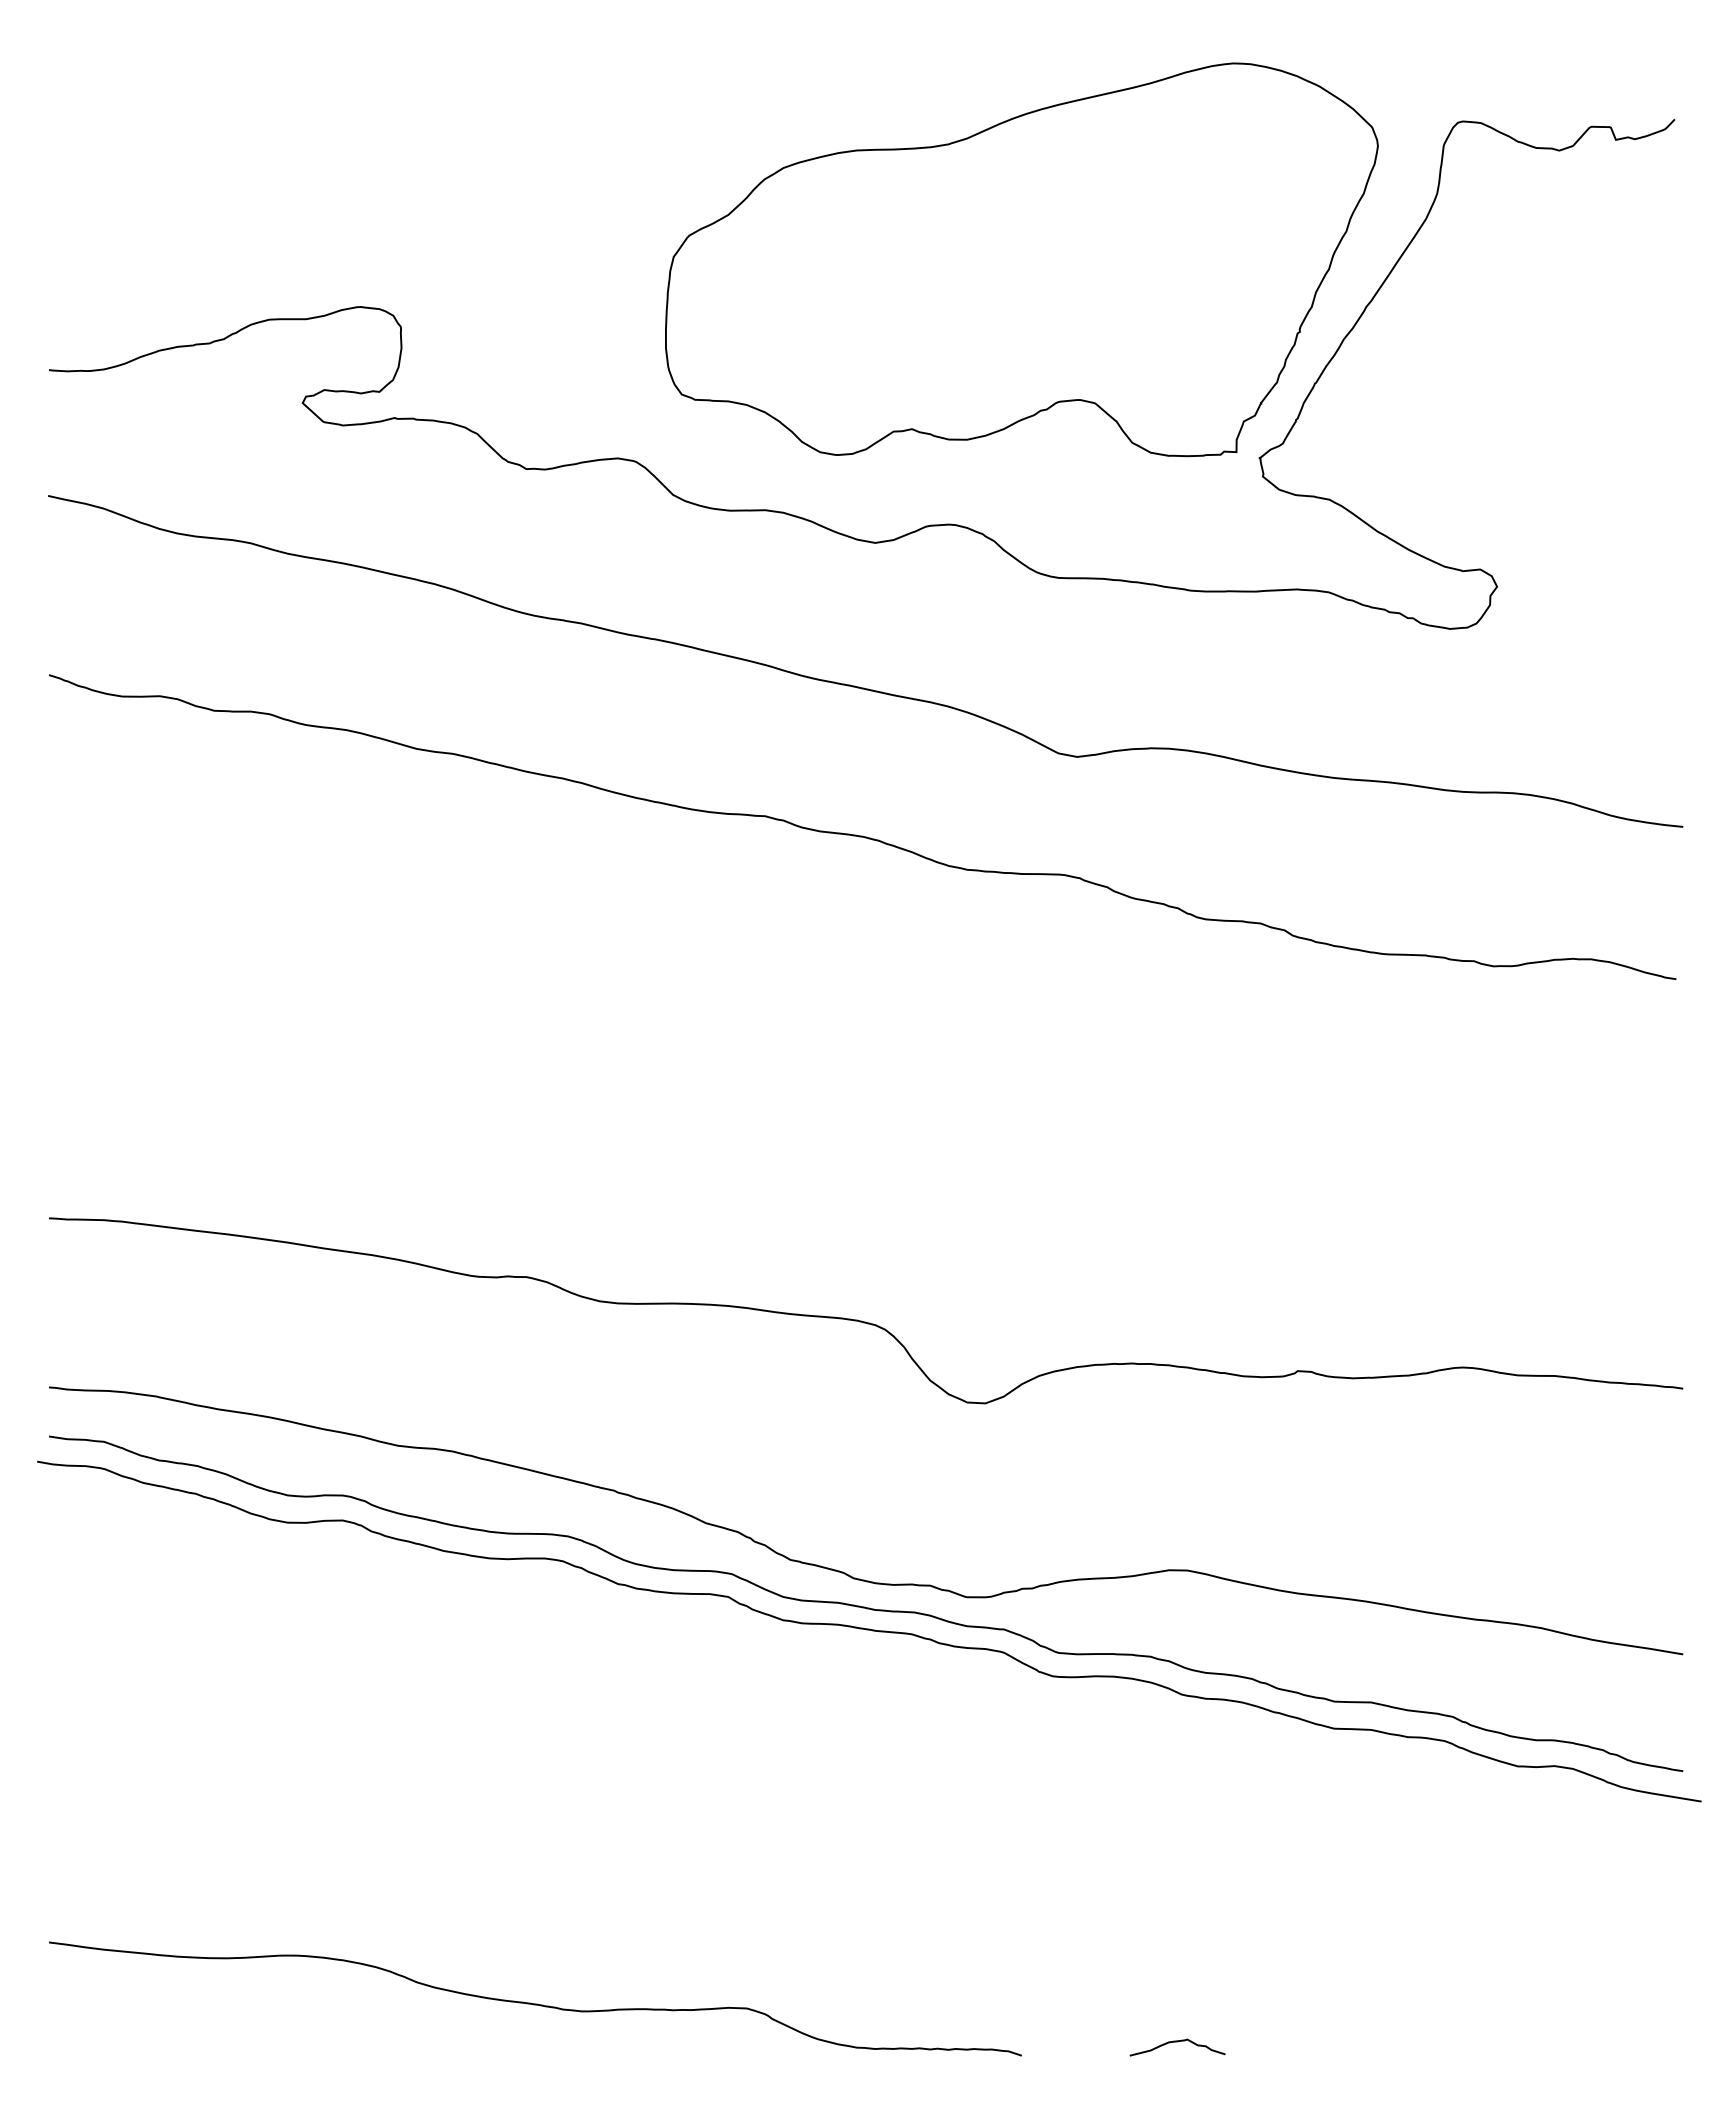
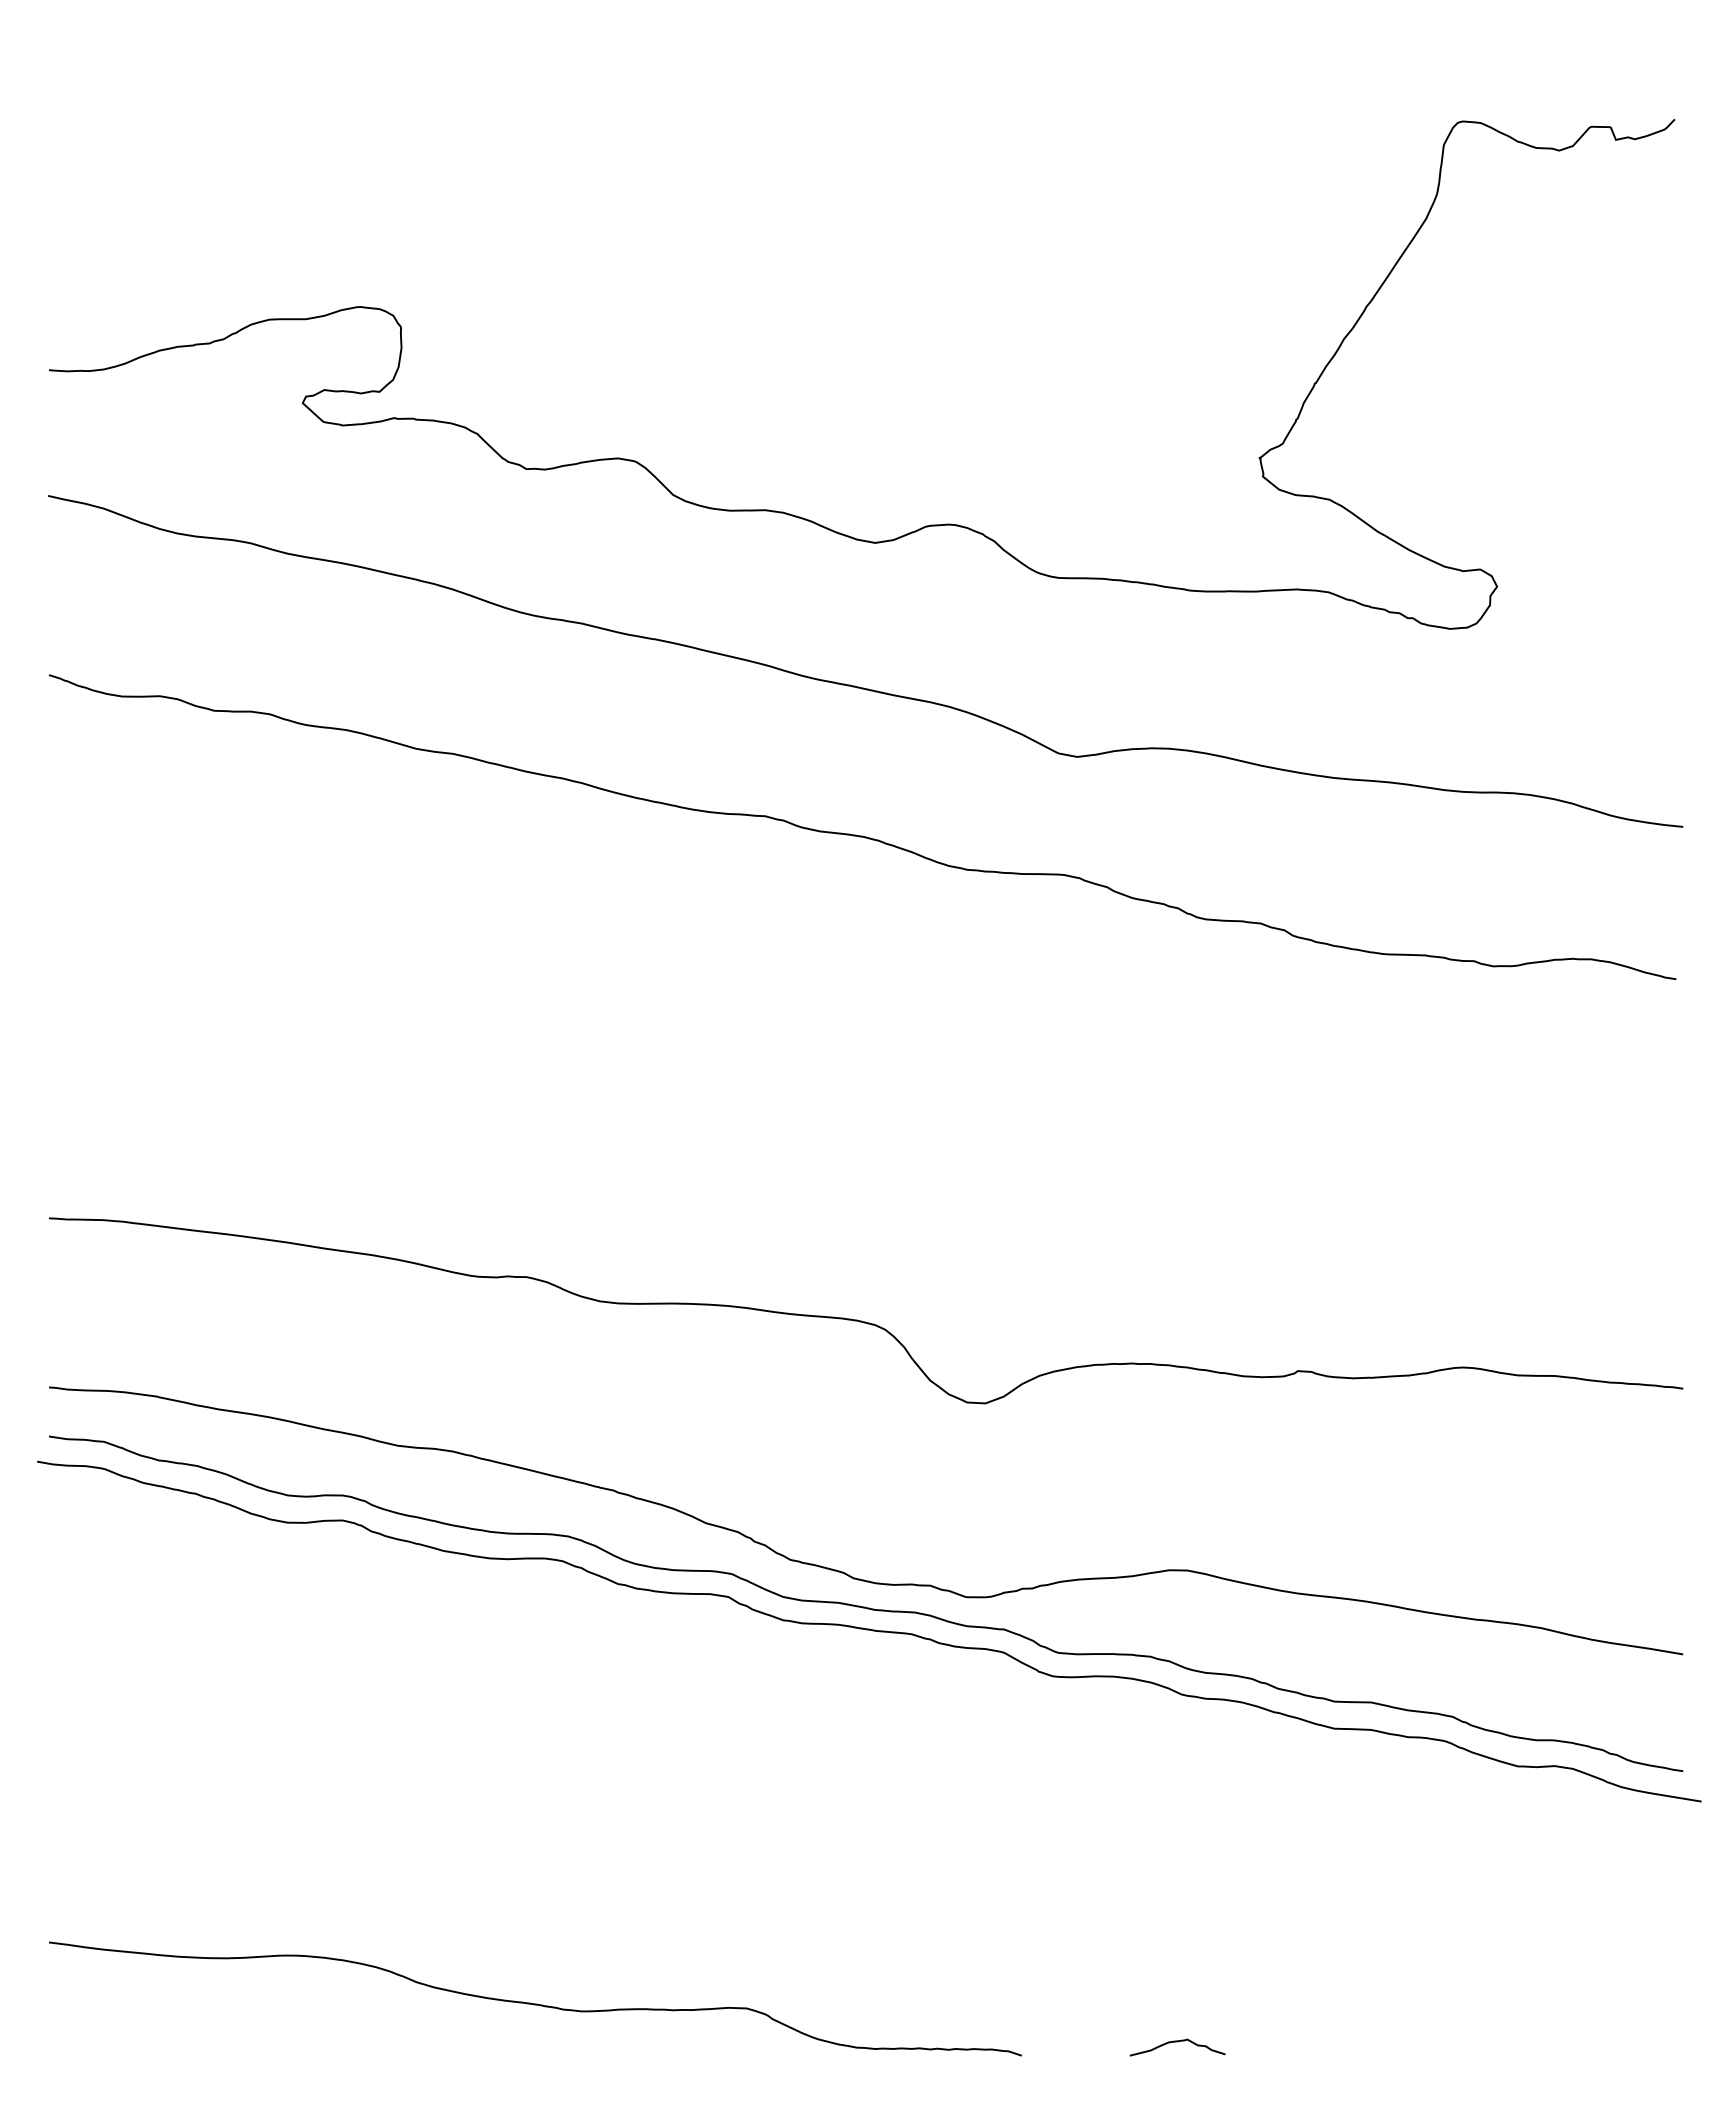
part at (1021, 259): present -> none
